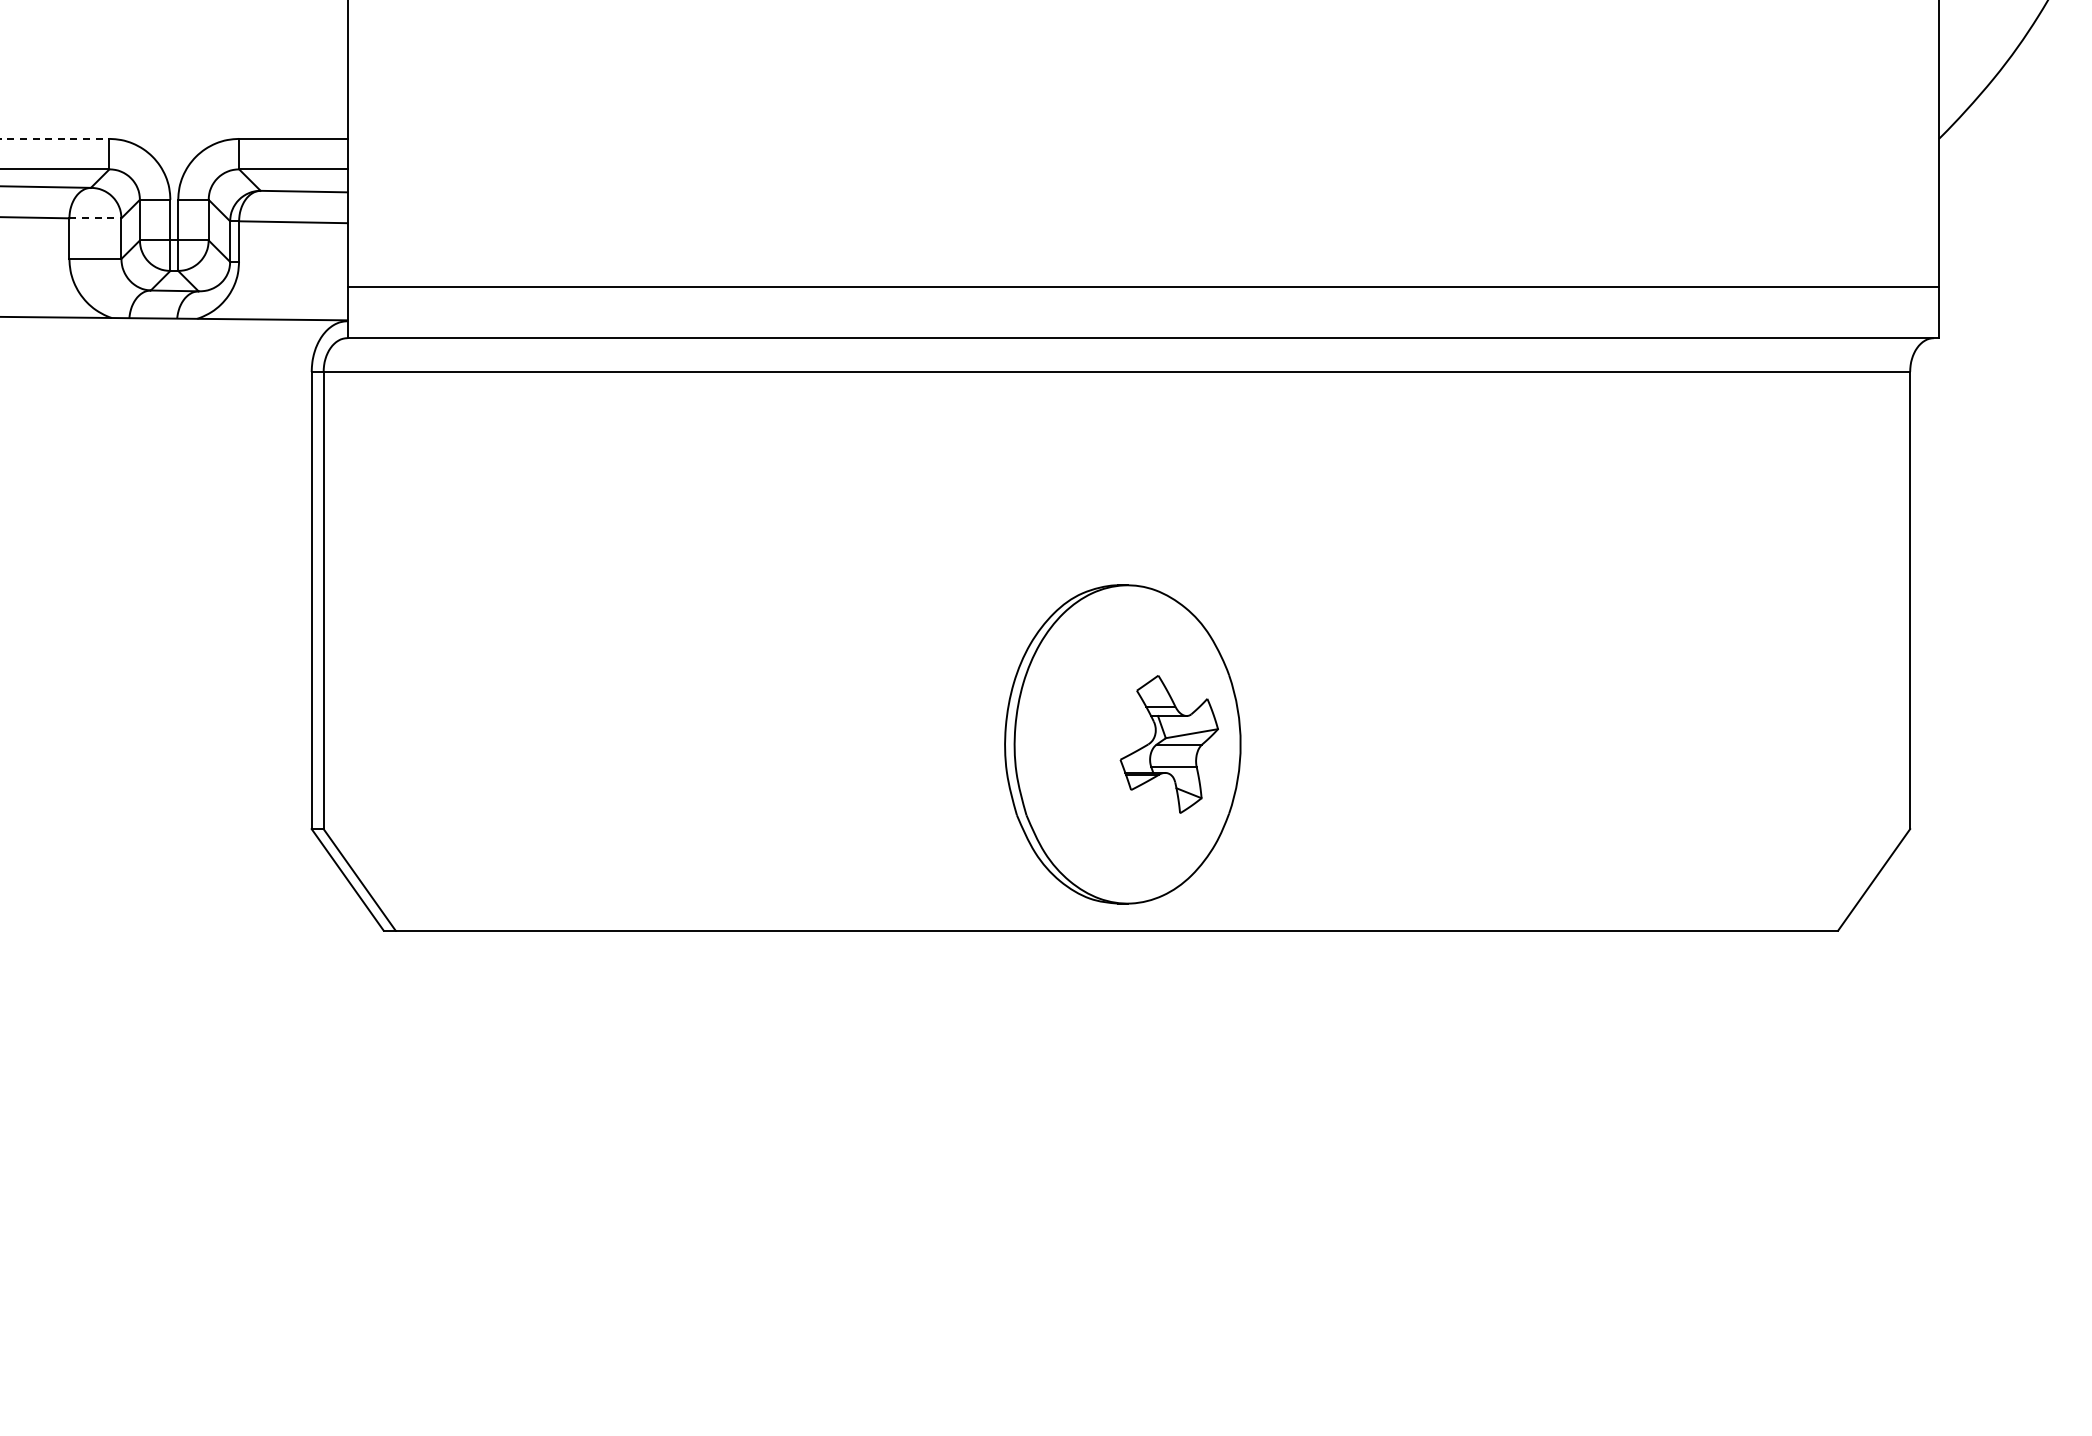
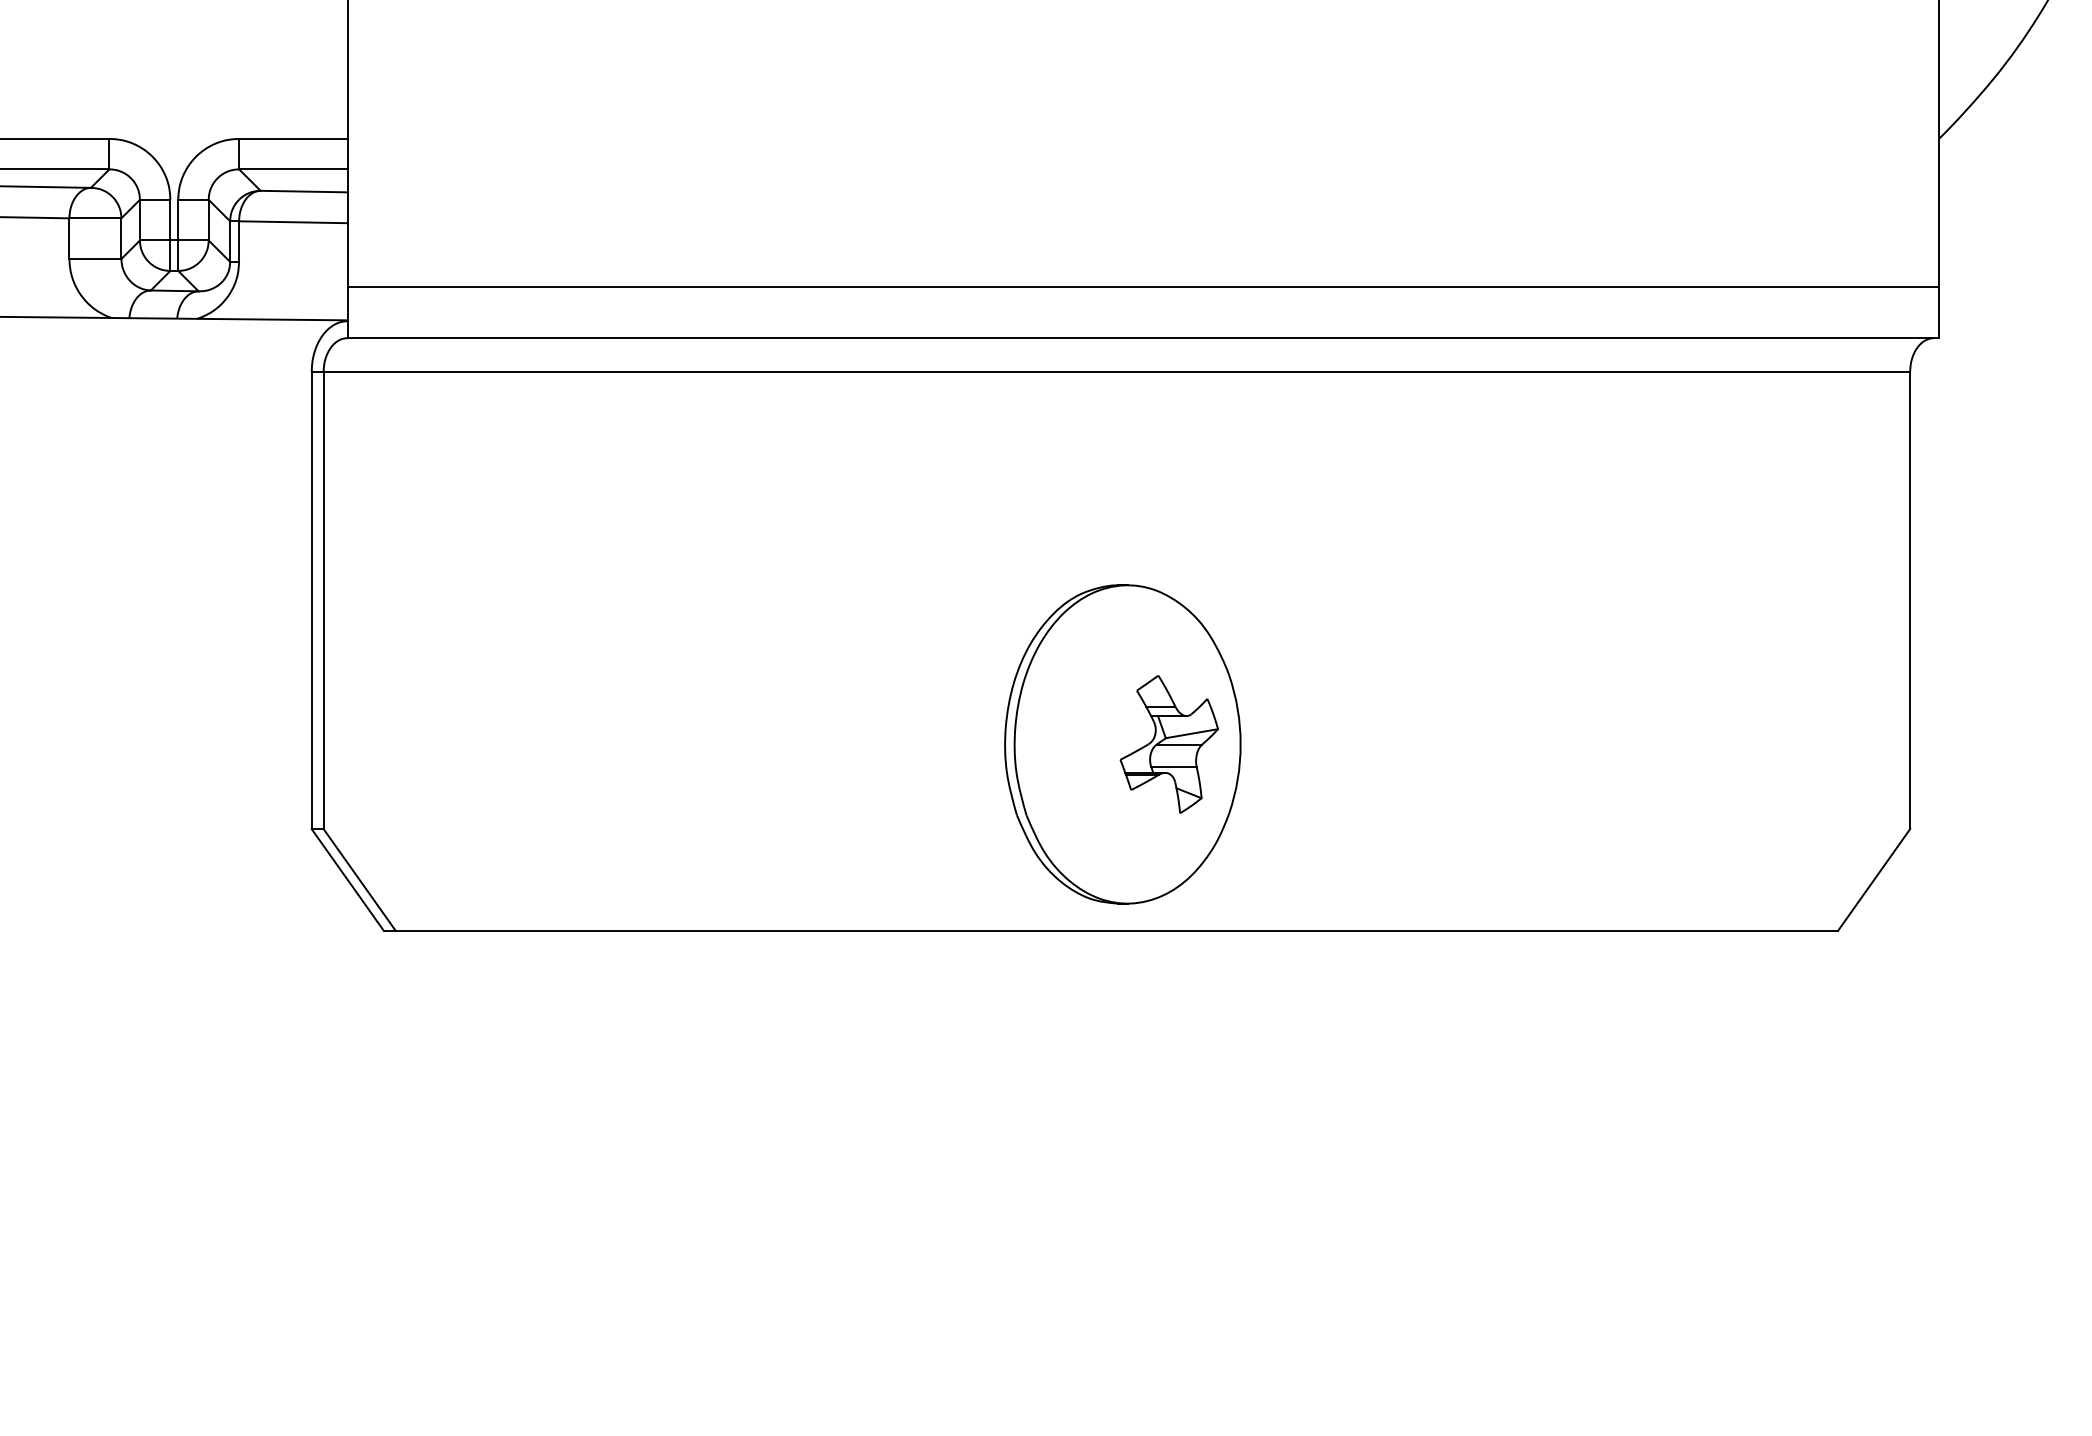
line at (55, 138): dashed -> solid
line at (95, 218): dashed -> solid
